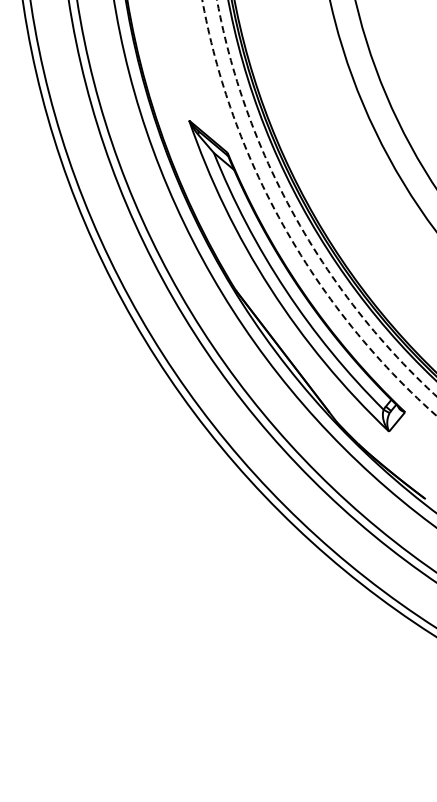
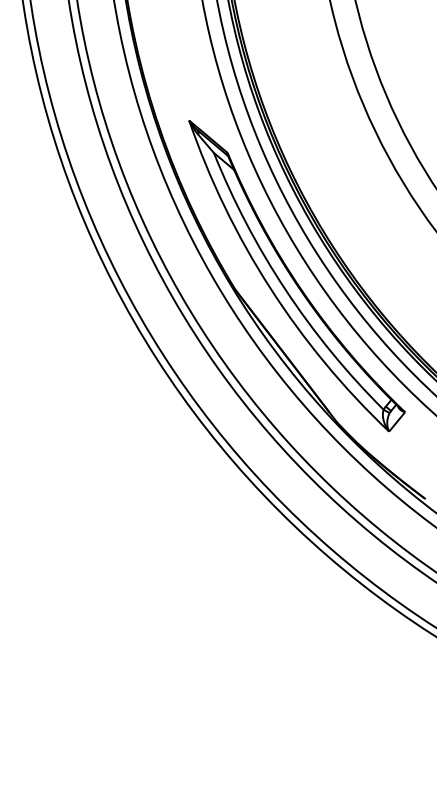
circle at (326, 198): dashed -> solid
circle at (319, 207): dashed -> solid
